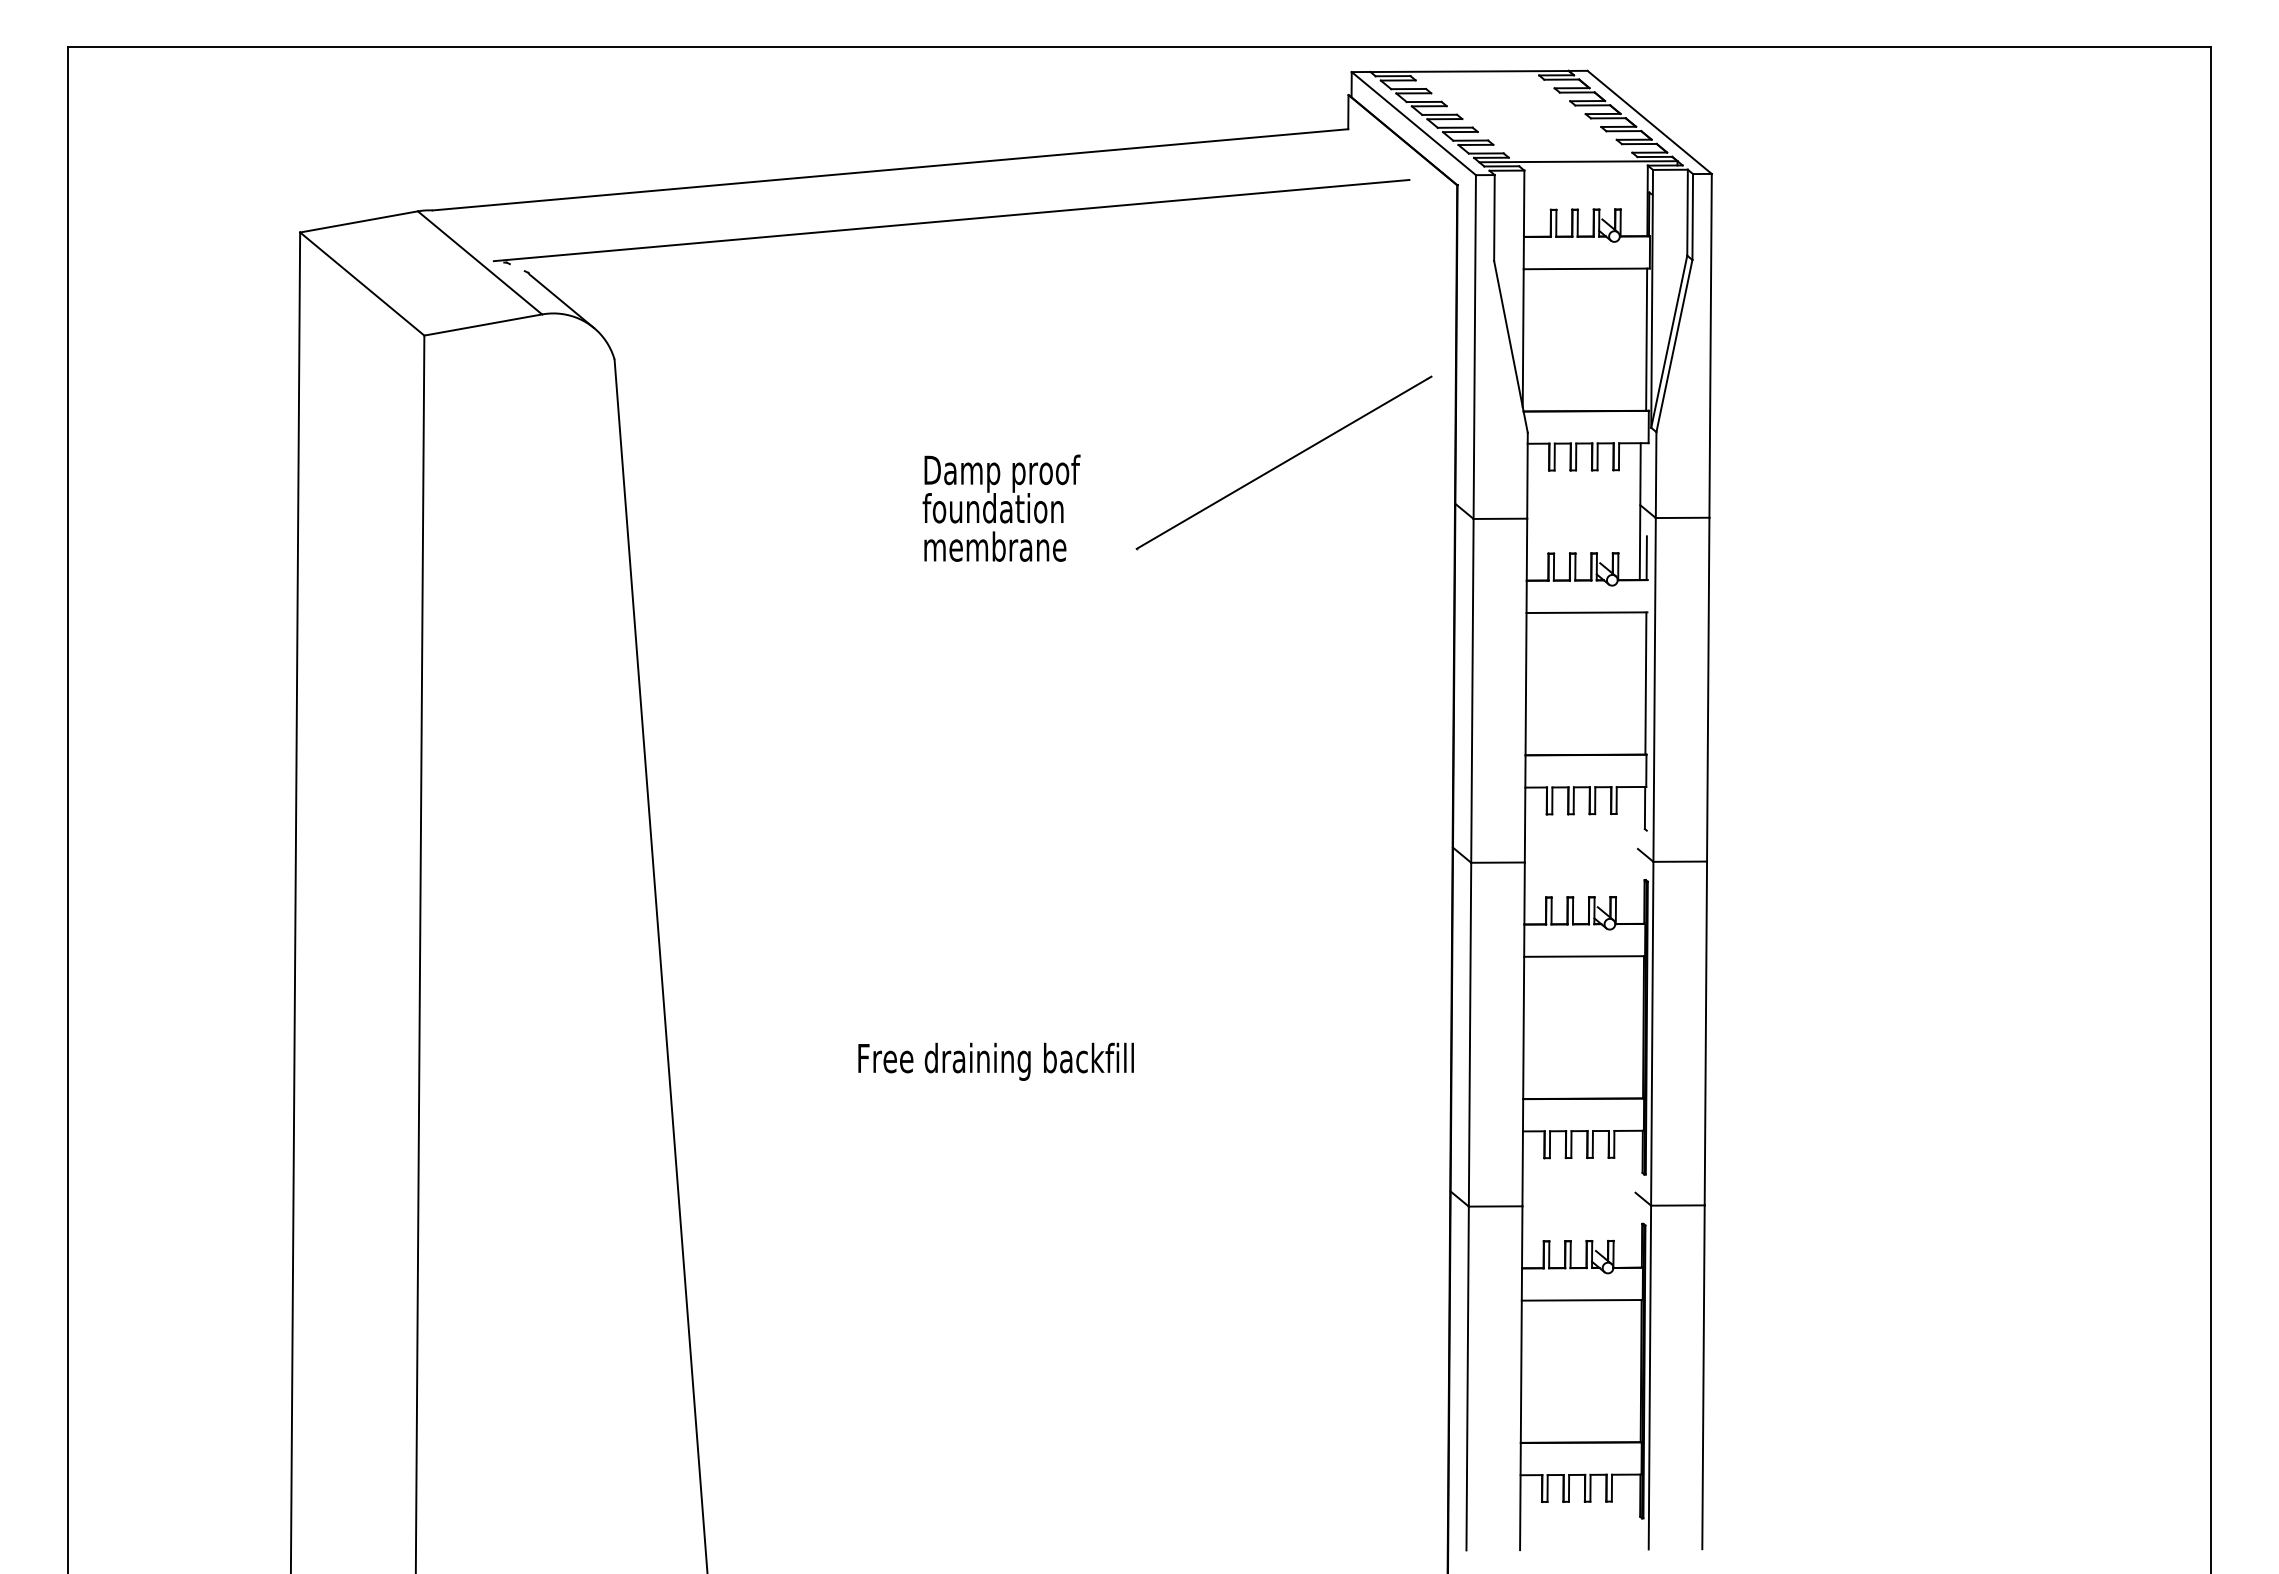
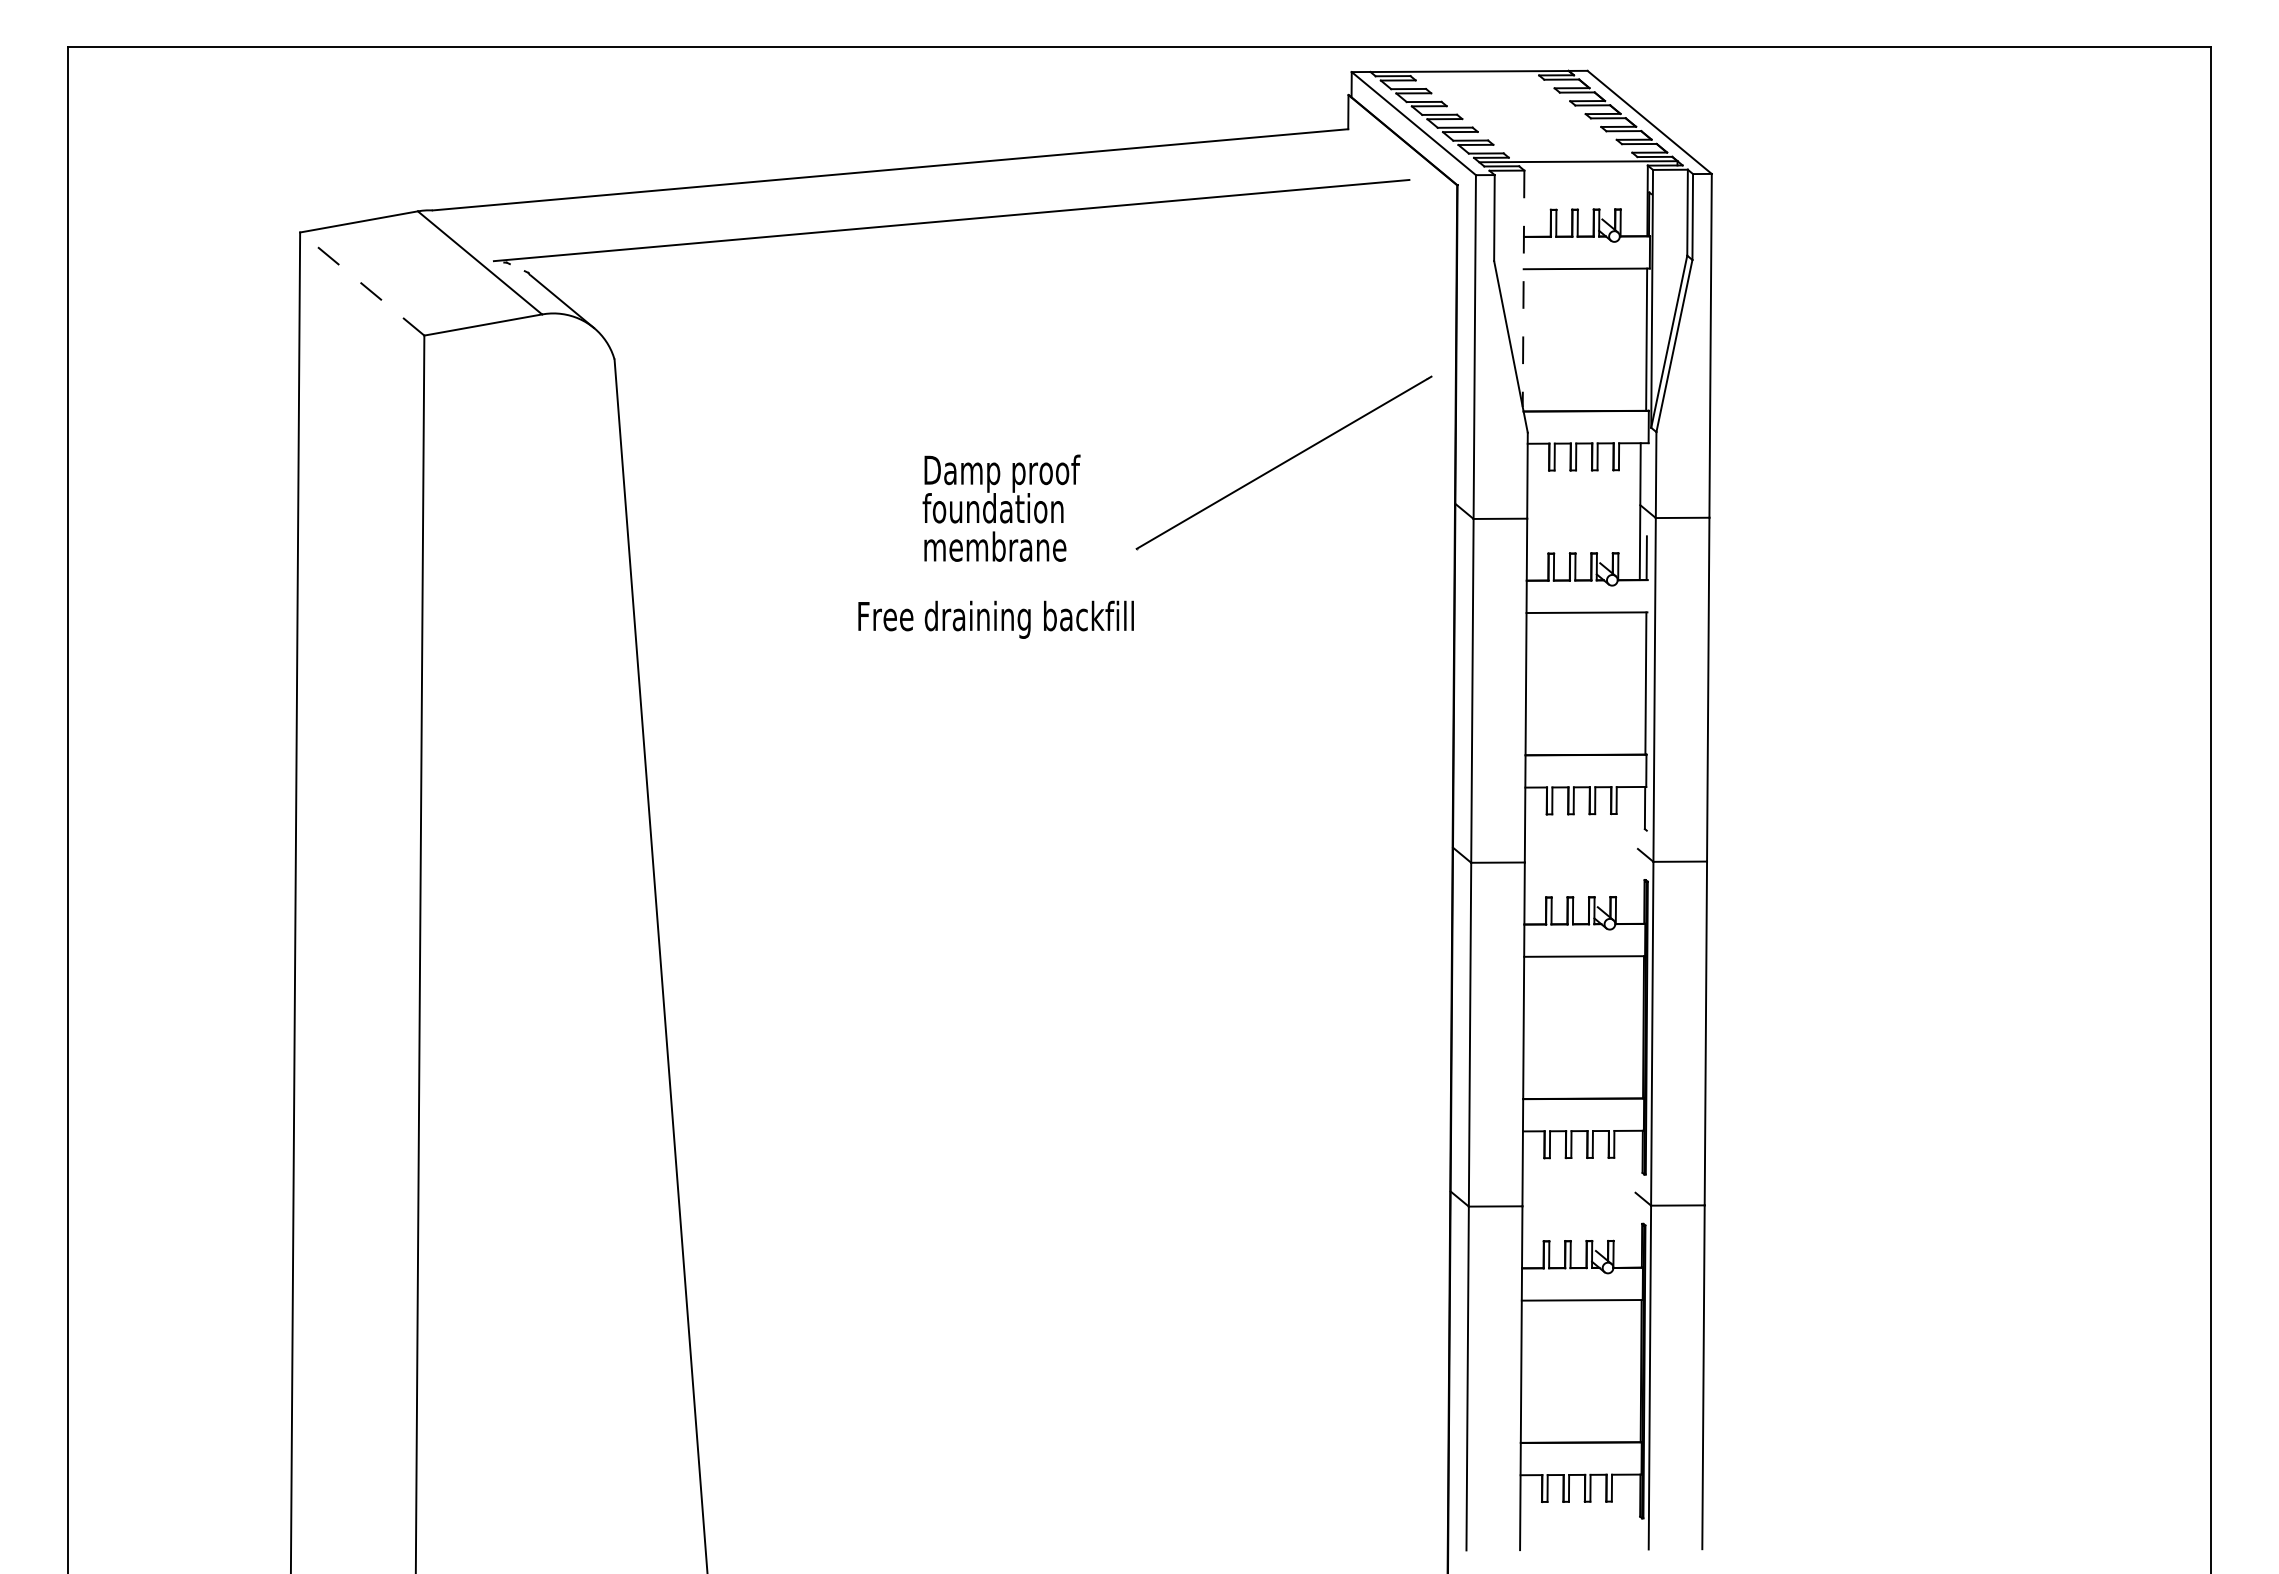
line at (362, 284): solid -> dashed
line at (1523, 289): solid -> dashed
text at (995, 1061) position: (995, 1061) -> (995, 619)
